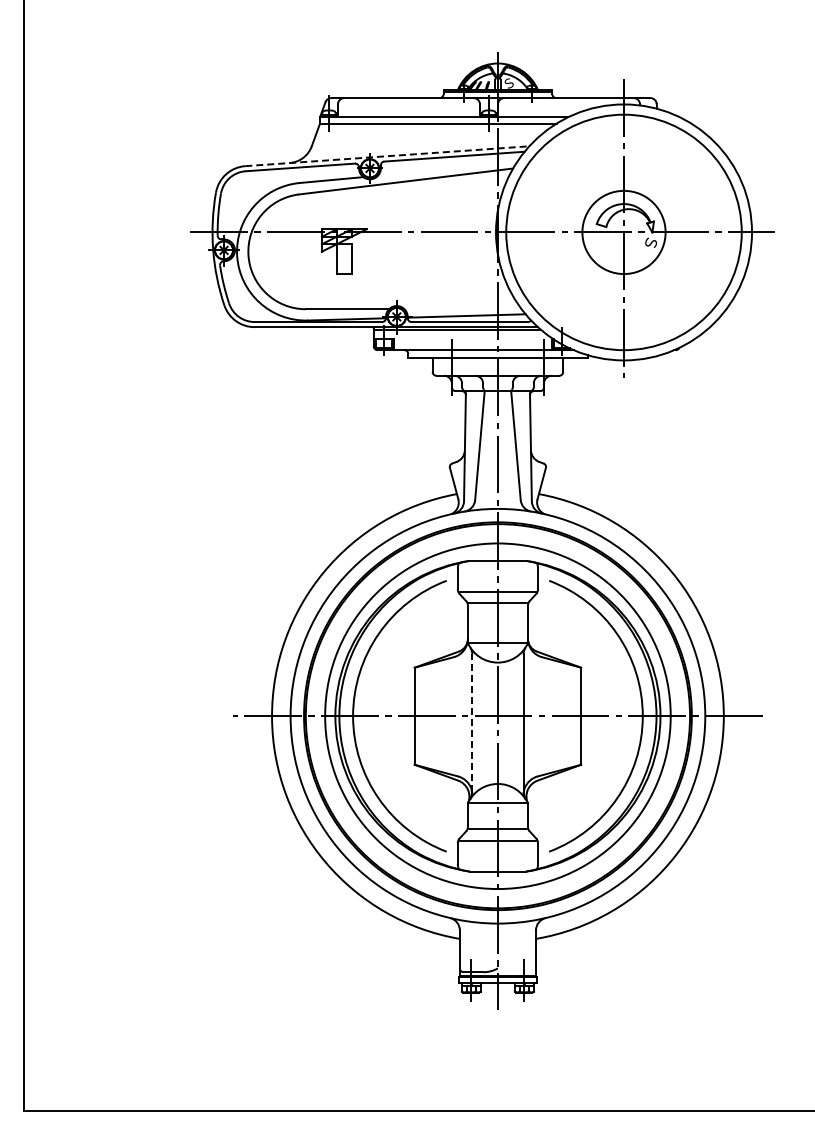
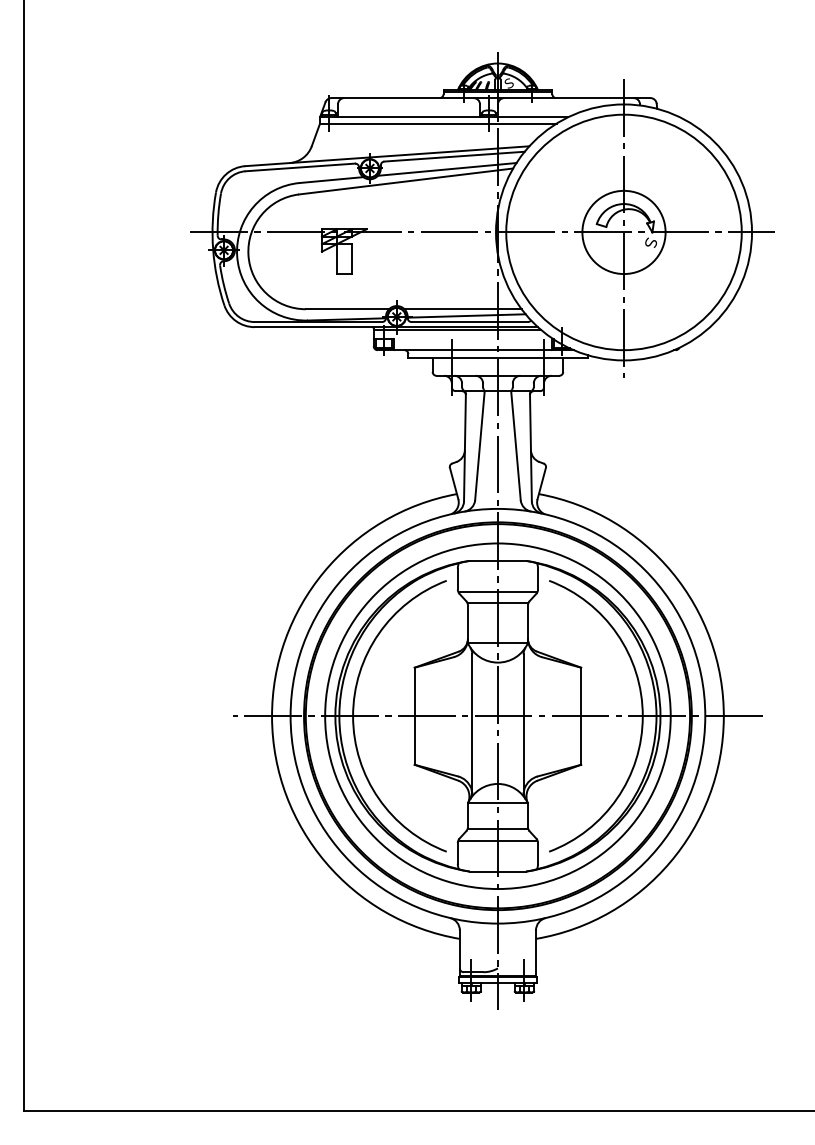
line at (387, 156): dashed -> solid
line at (446, 169): none -> present
line at (462, 309): none -> present
line at (472, 723): dashed -> solid
